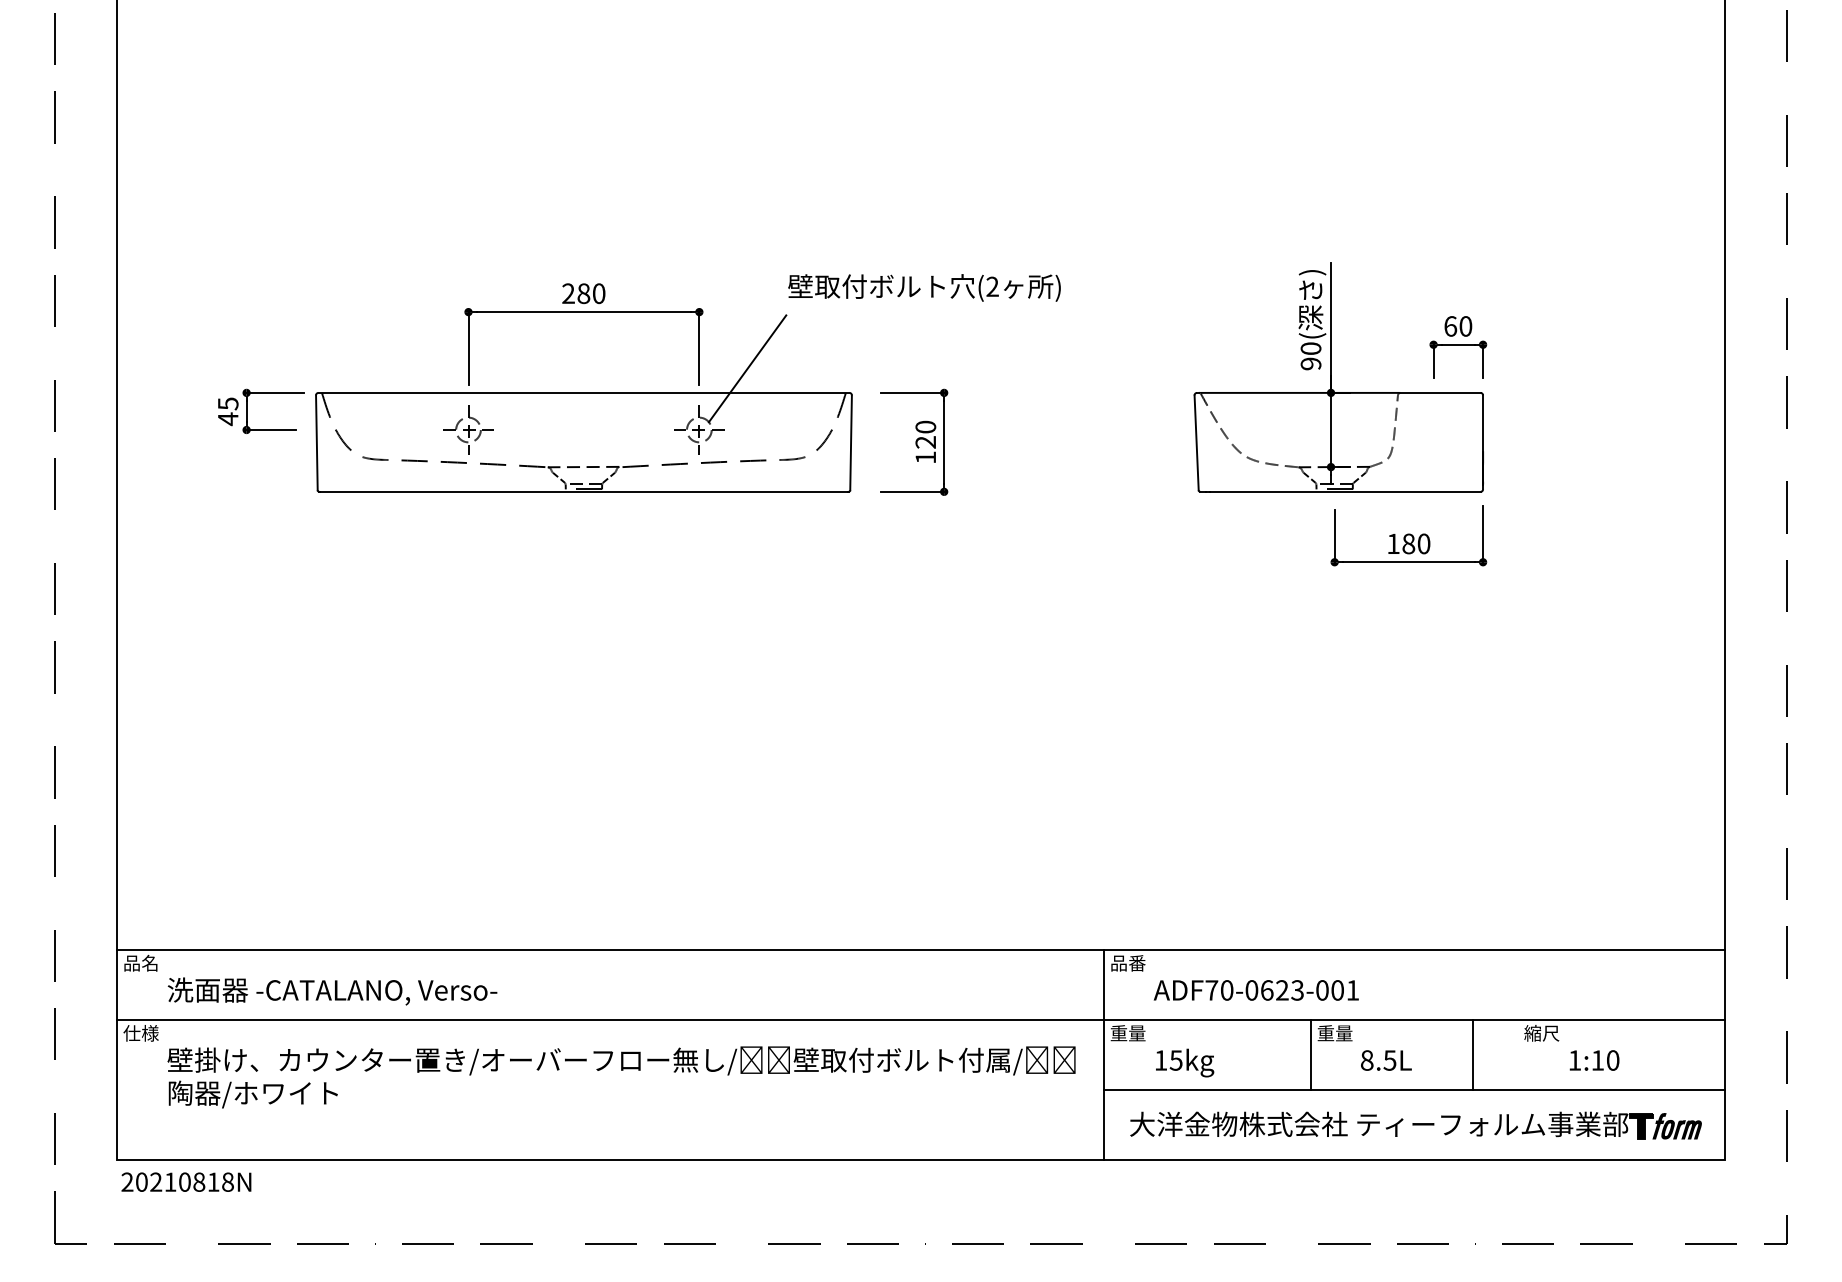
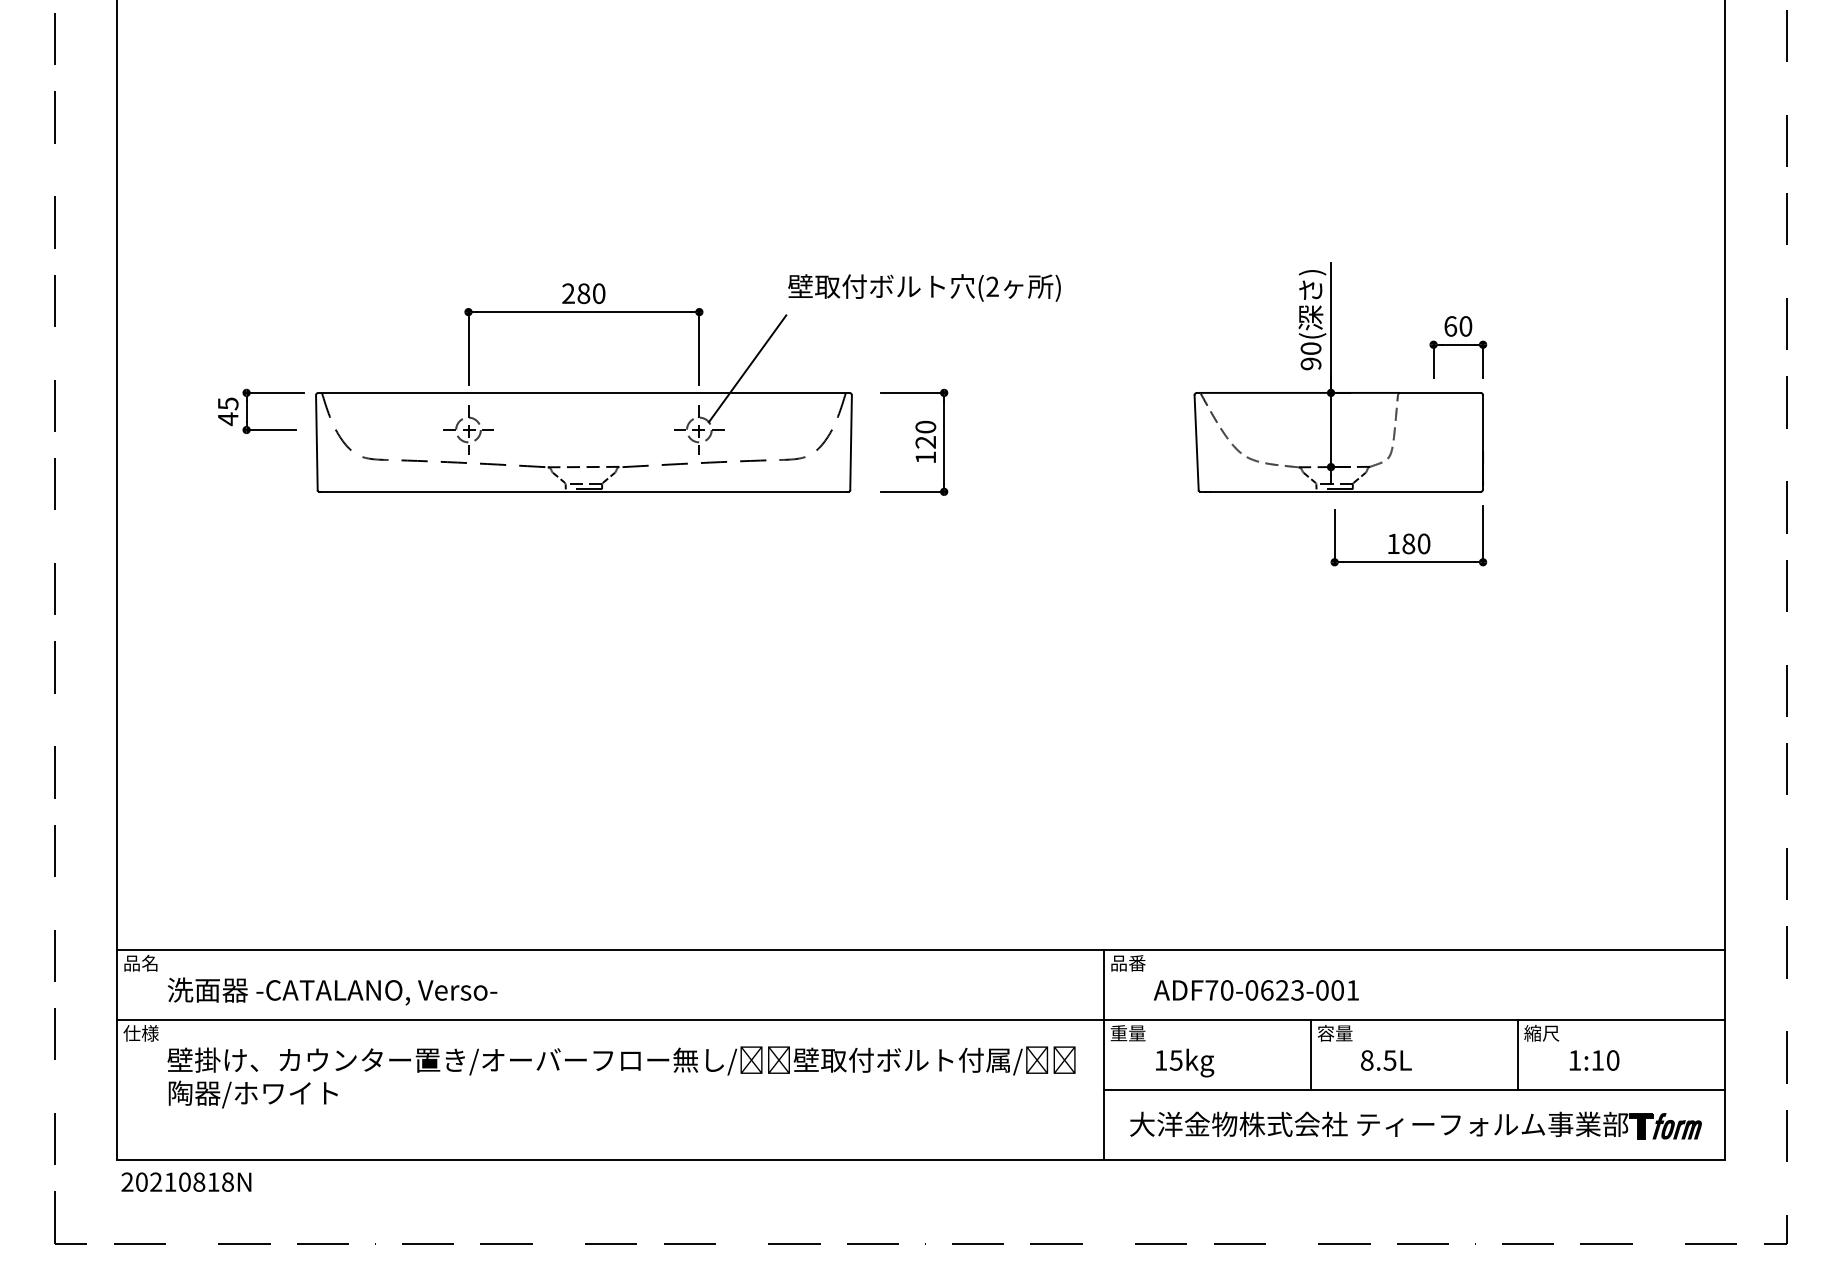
text at (1325, 1033): 重量 -> 容量
line at (1472, 1054) position: (1472, 1054) -> (1517, 1054)
